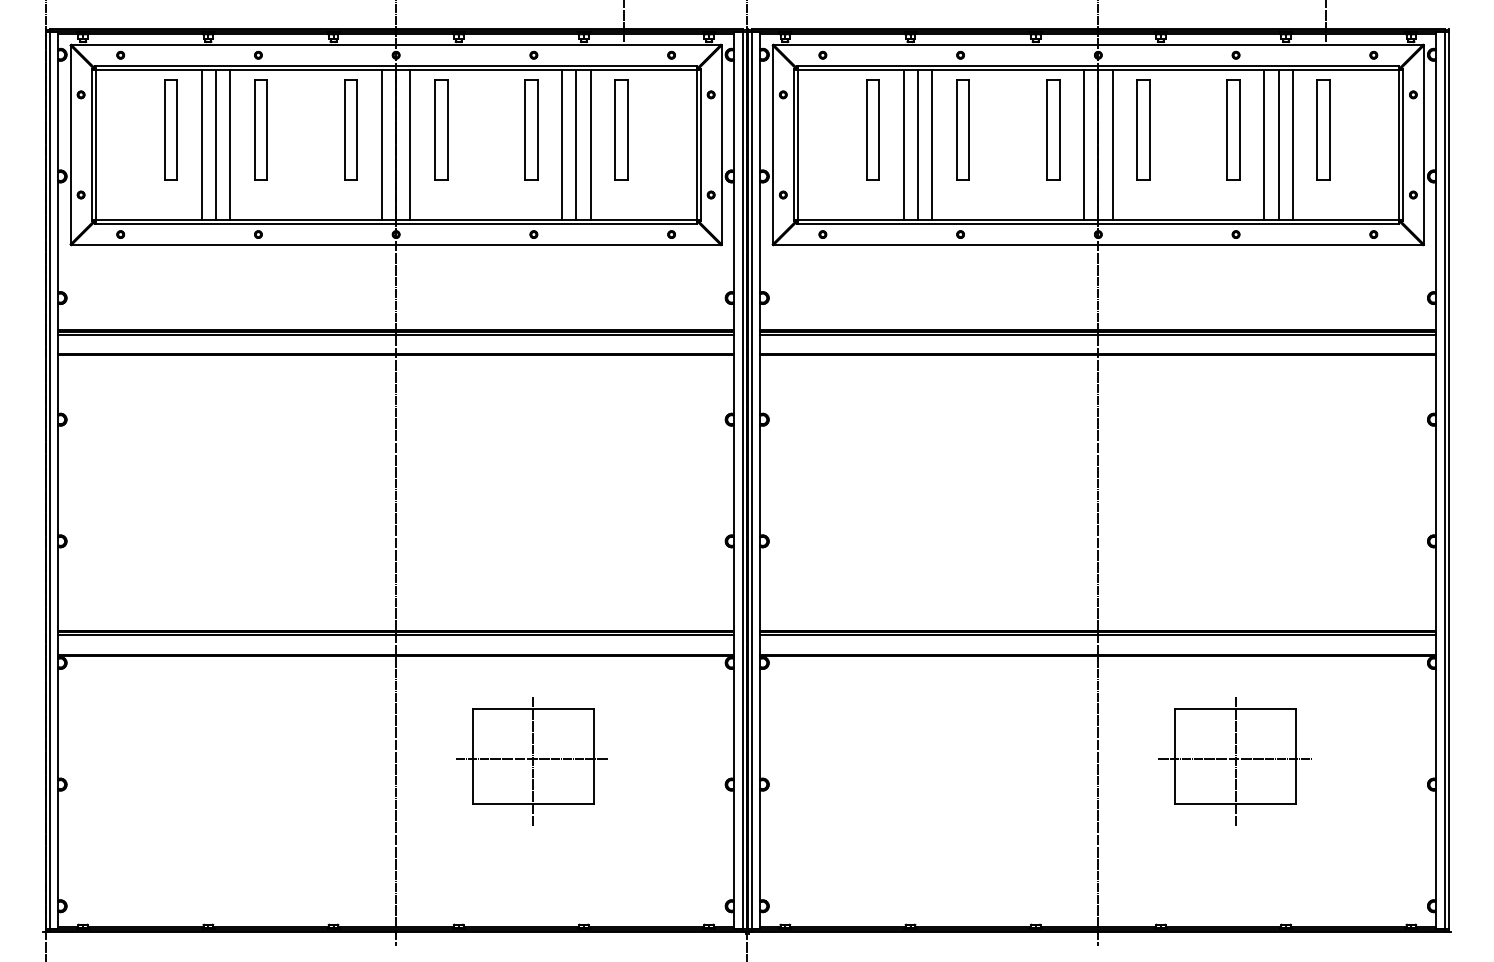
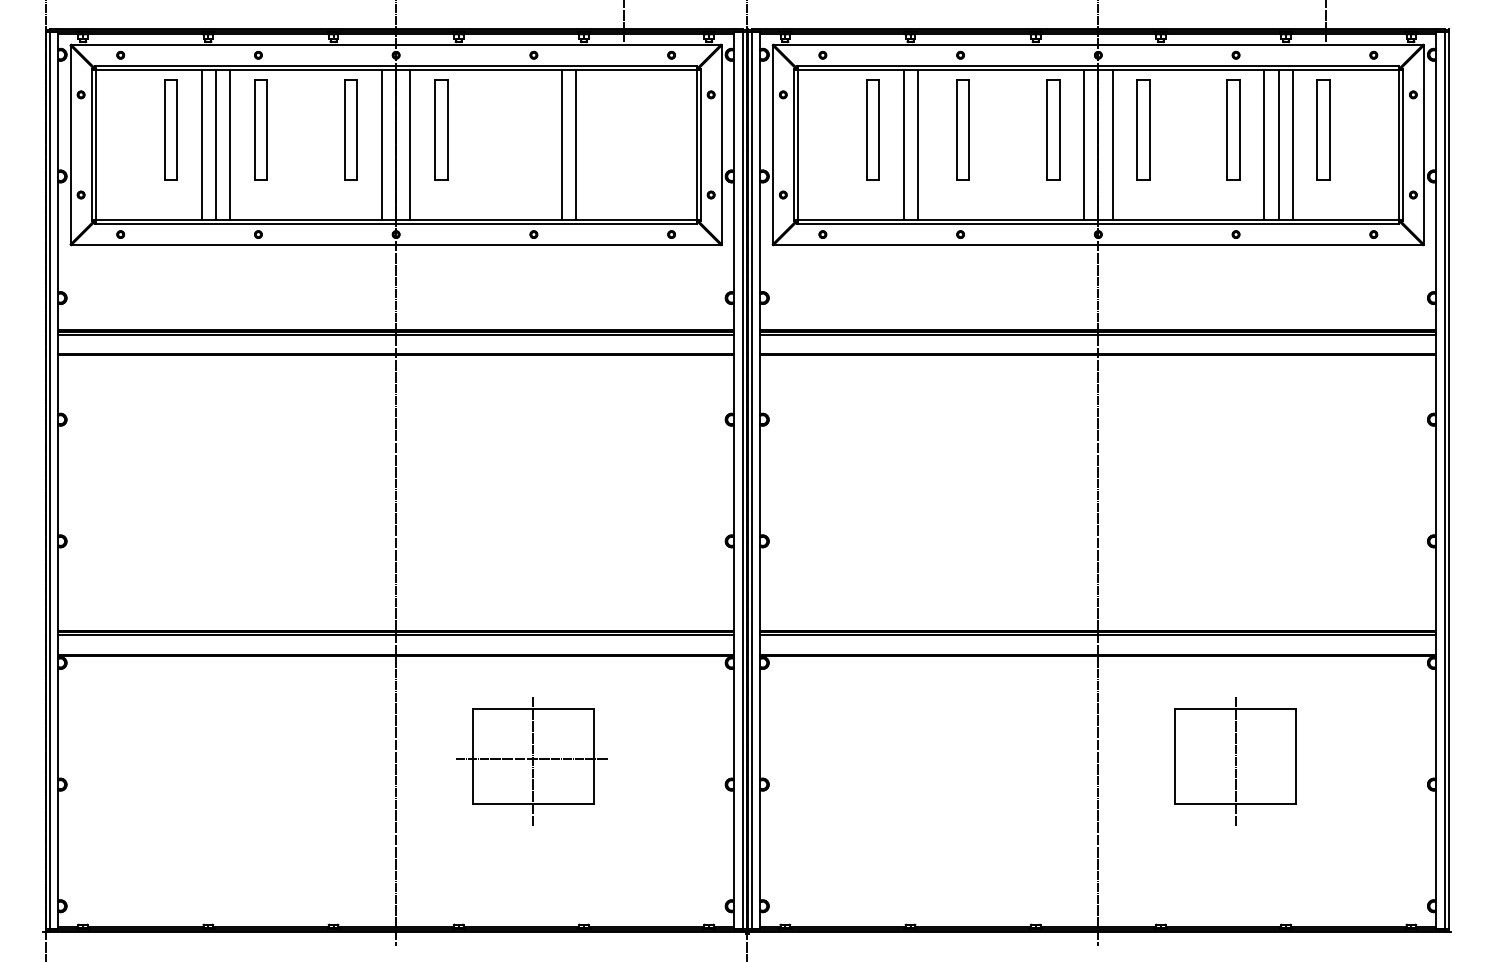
part at (531, 129): present -> none
part at (621, 129): present -> none
line at (590, 144): present -> none
line at (932, 144): present -> none
line at (1234, 759): present -> none
